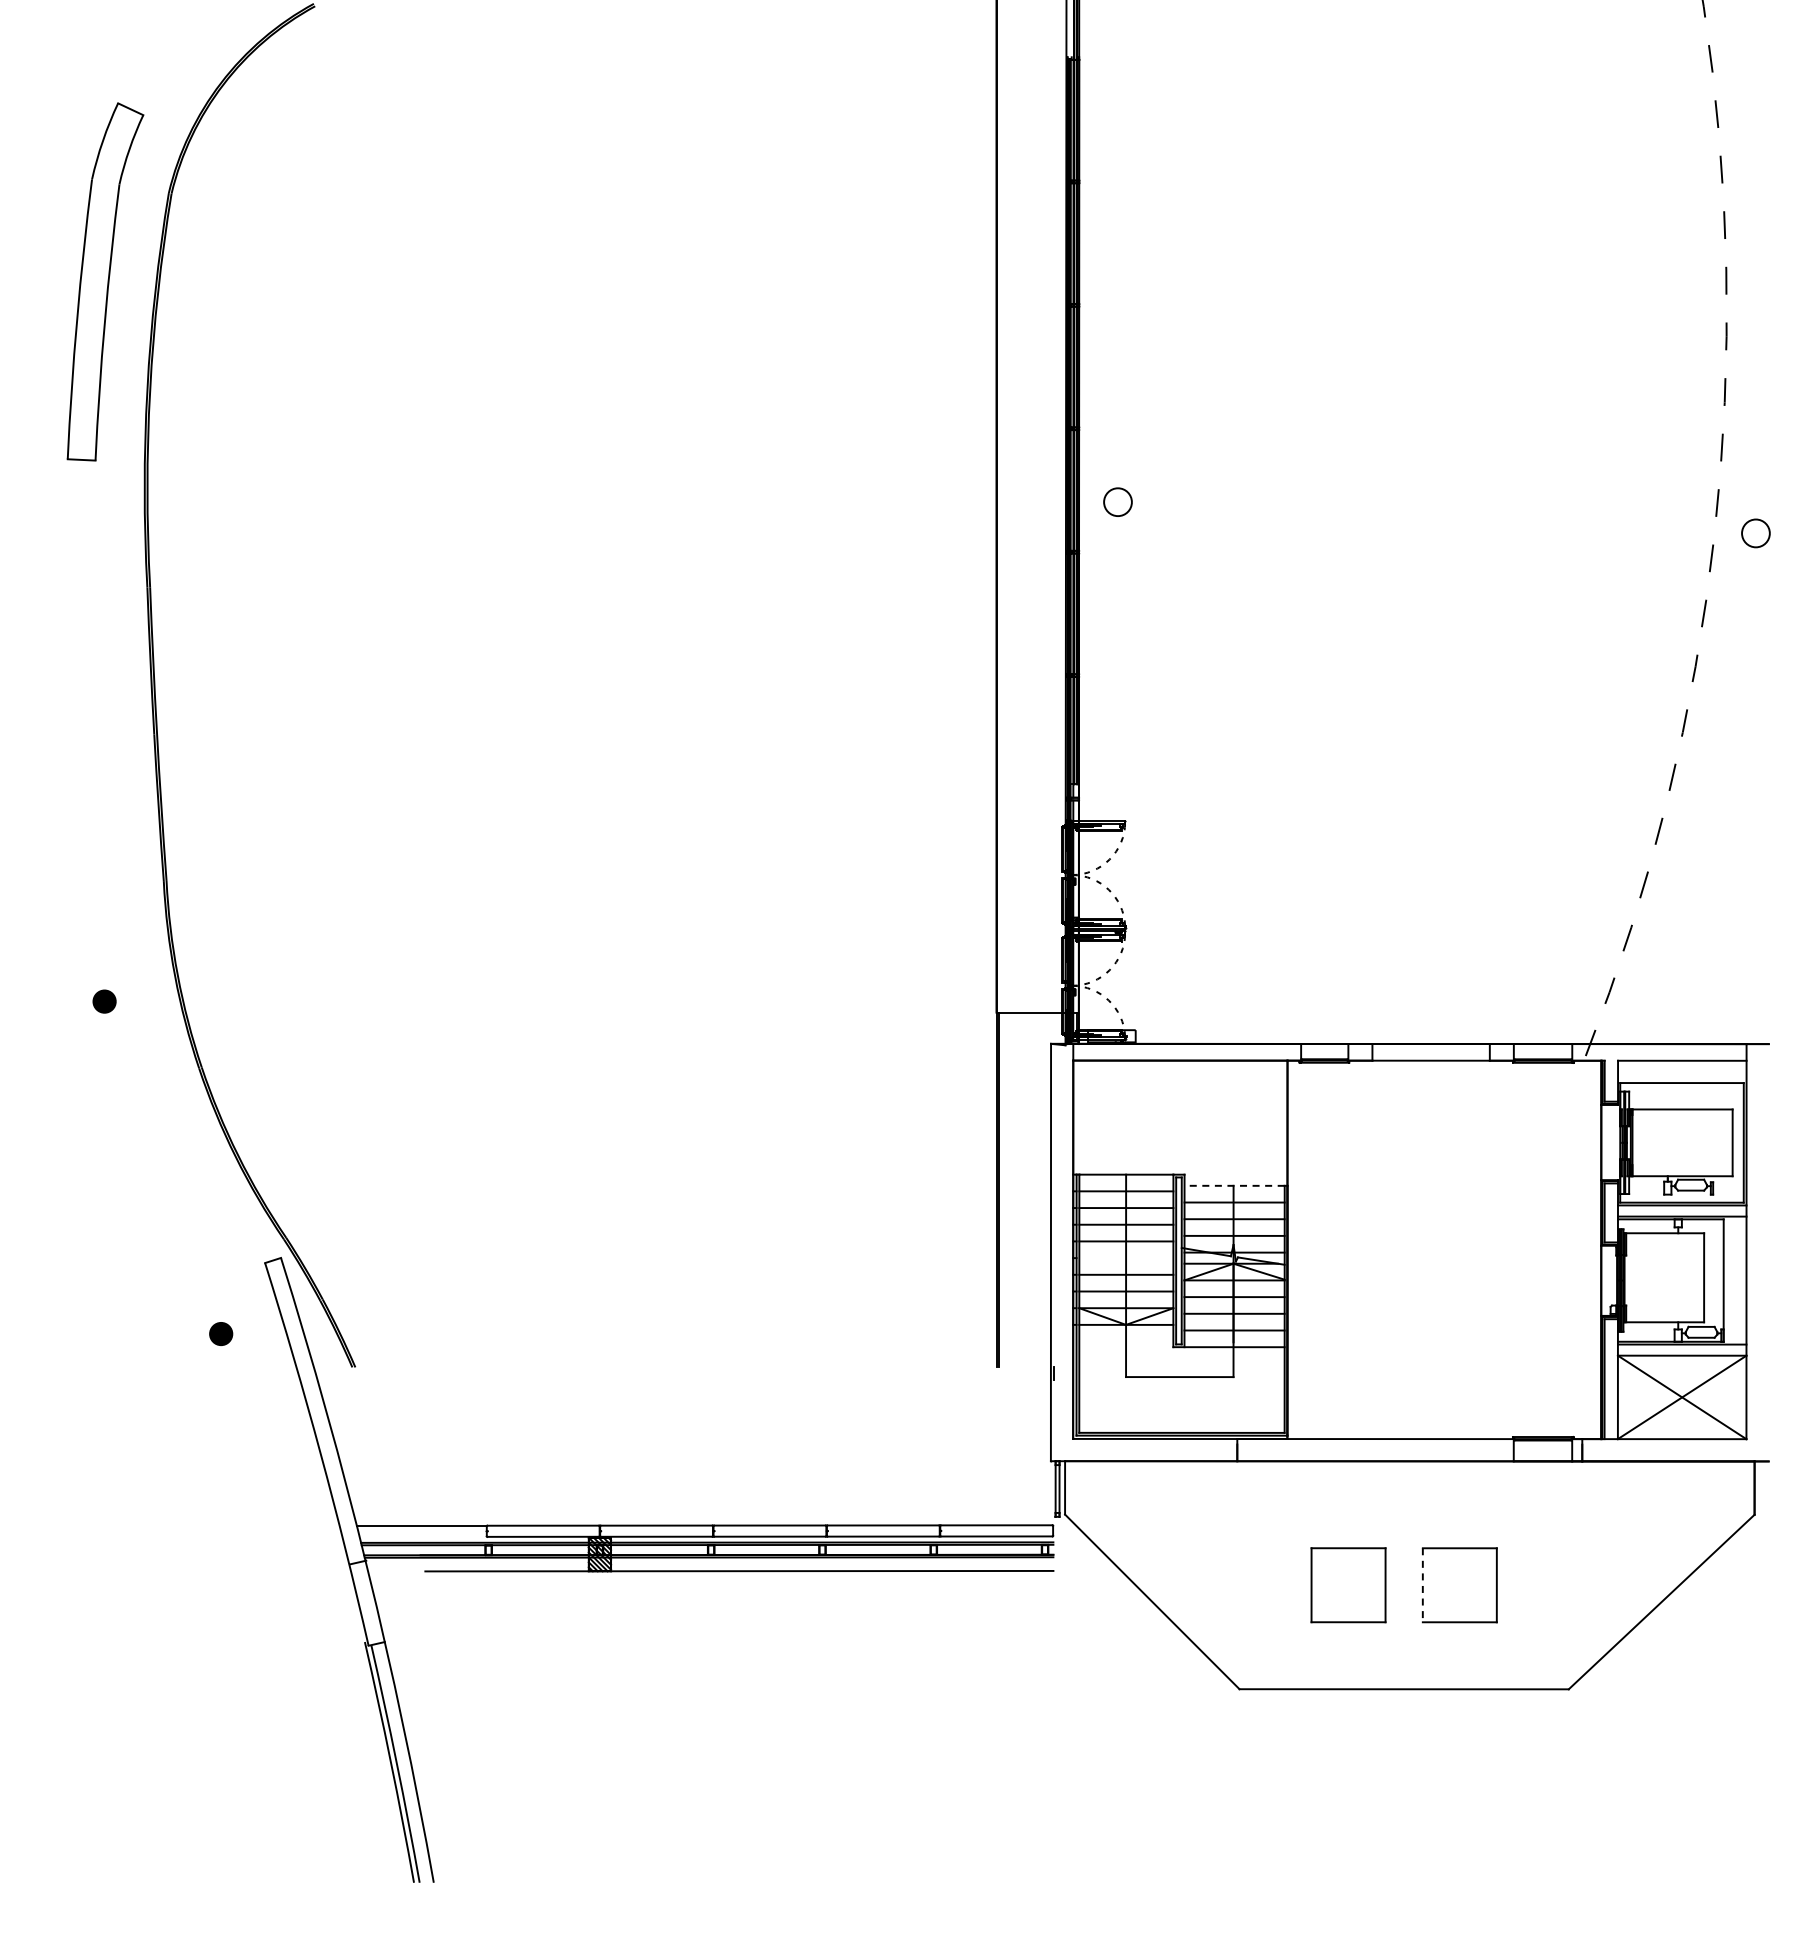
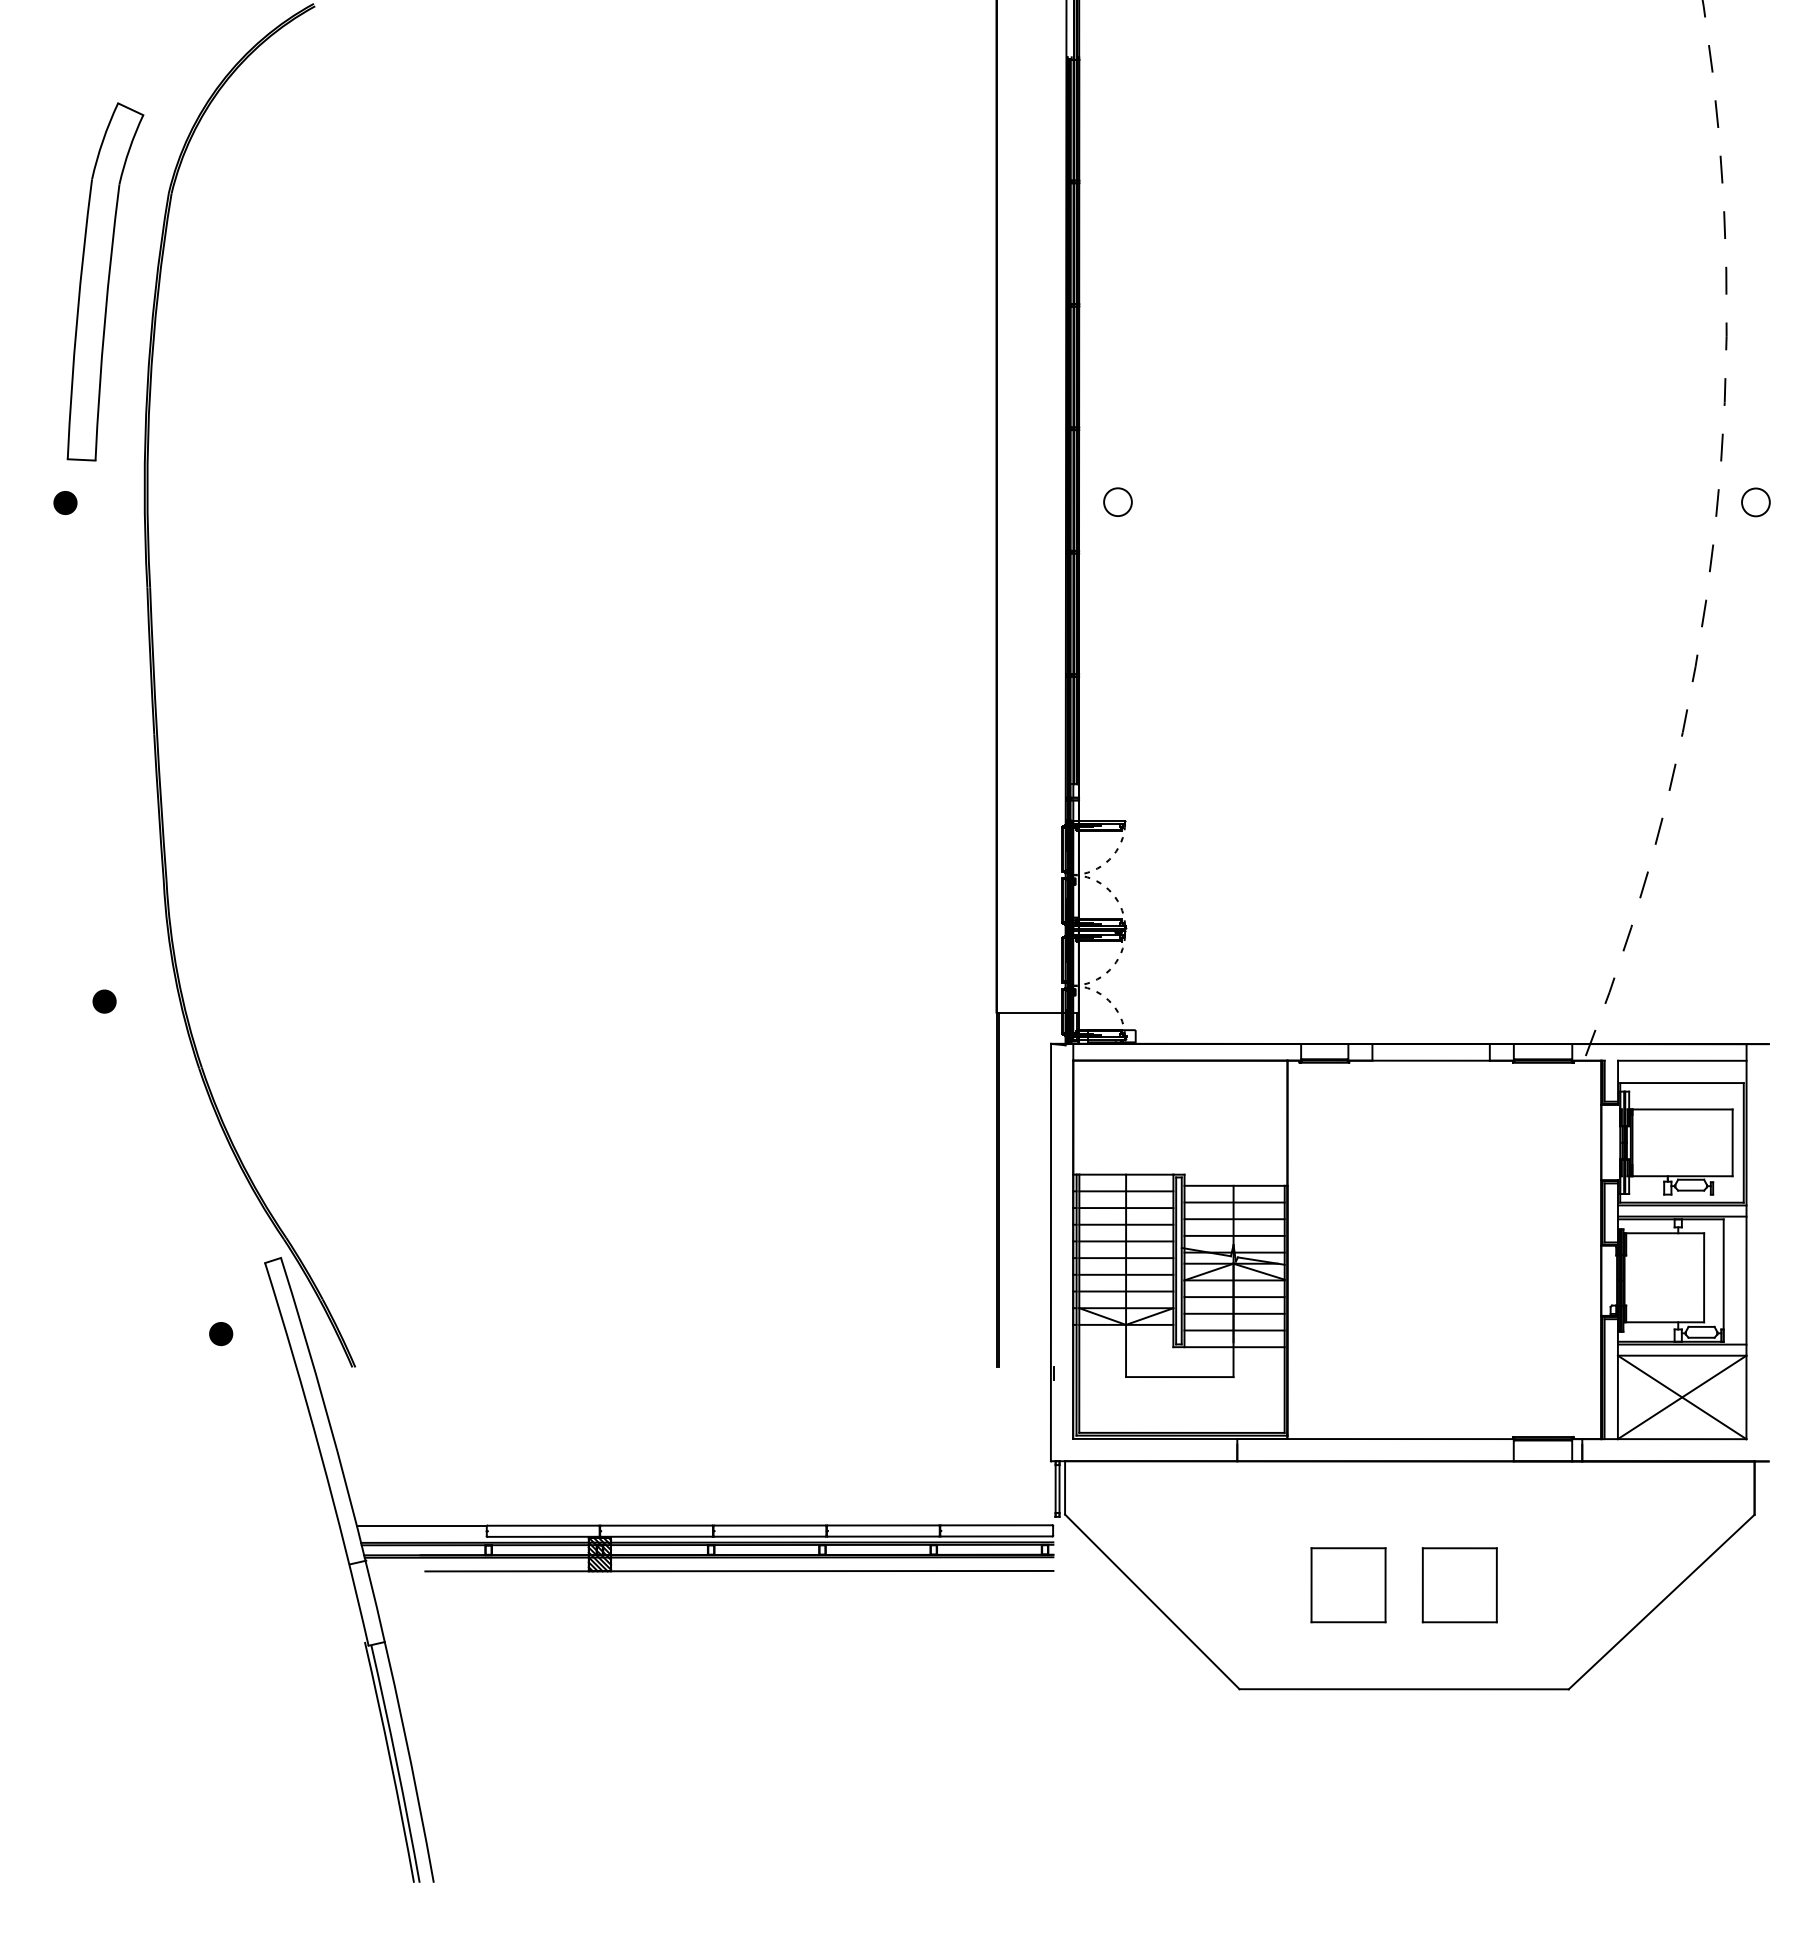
part at (65, 502): none -> present
circle at (1755, 533) position: (1755, 533) -> (1755, 502)
line at (1234, 1185): dashed -> solid
line at (1126, 1258): none -> present
line at (1422, 1585): dashed -> solid
